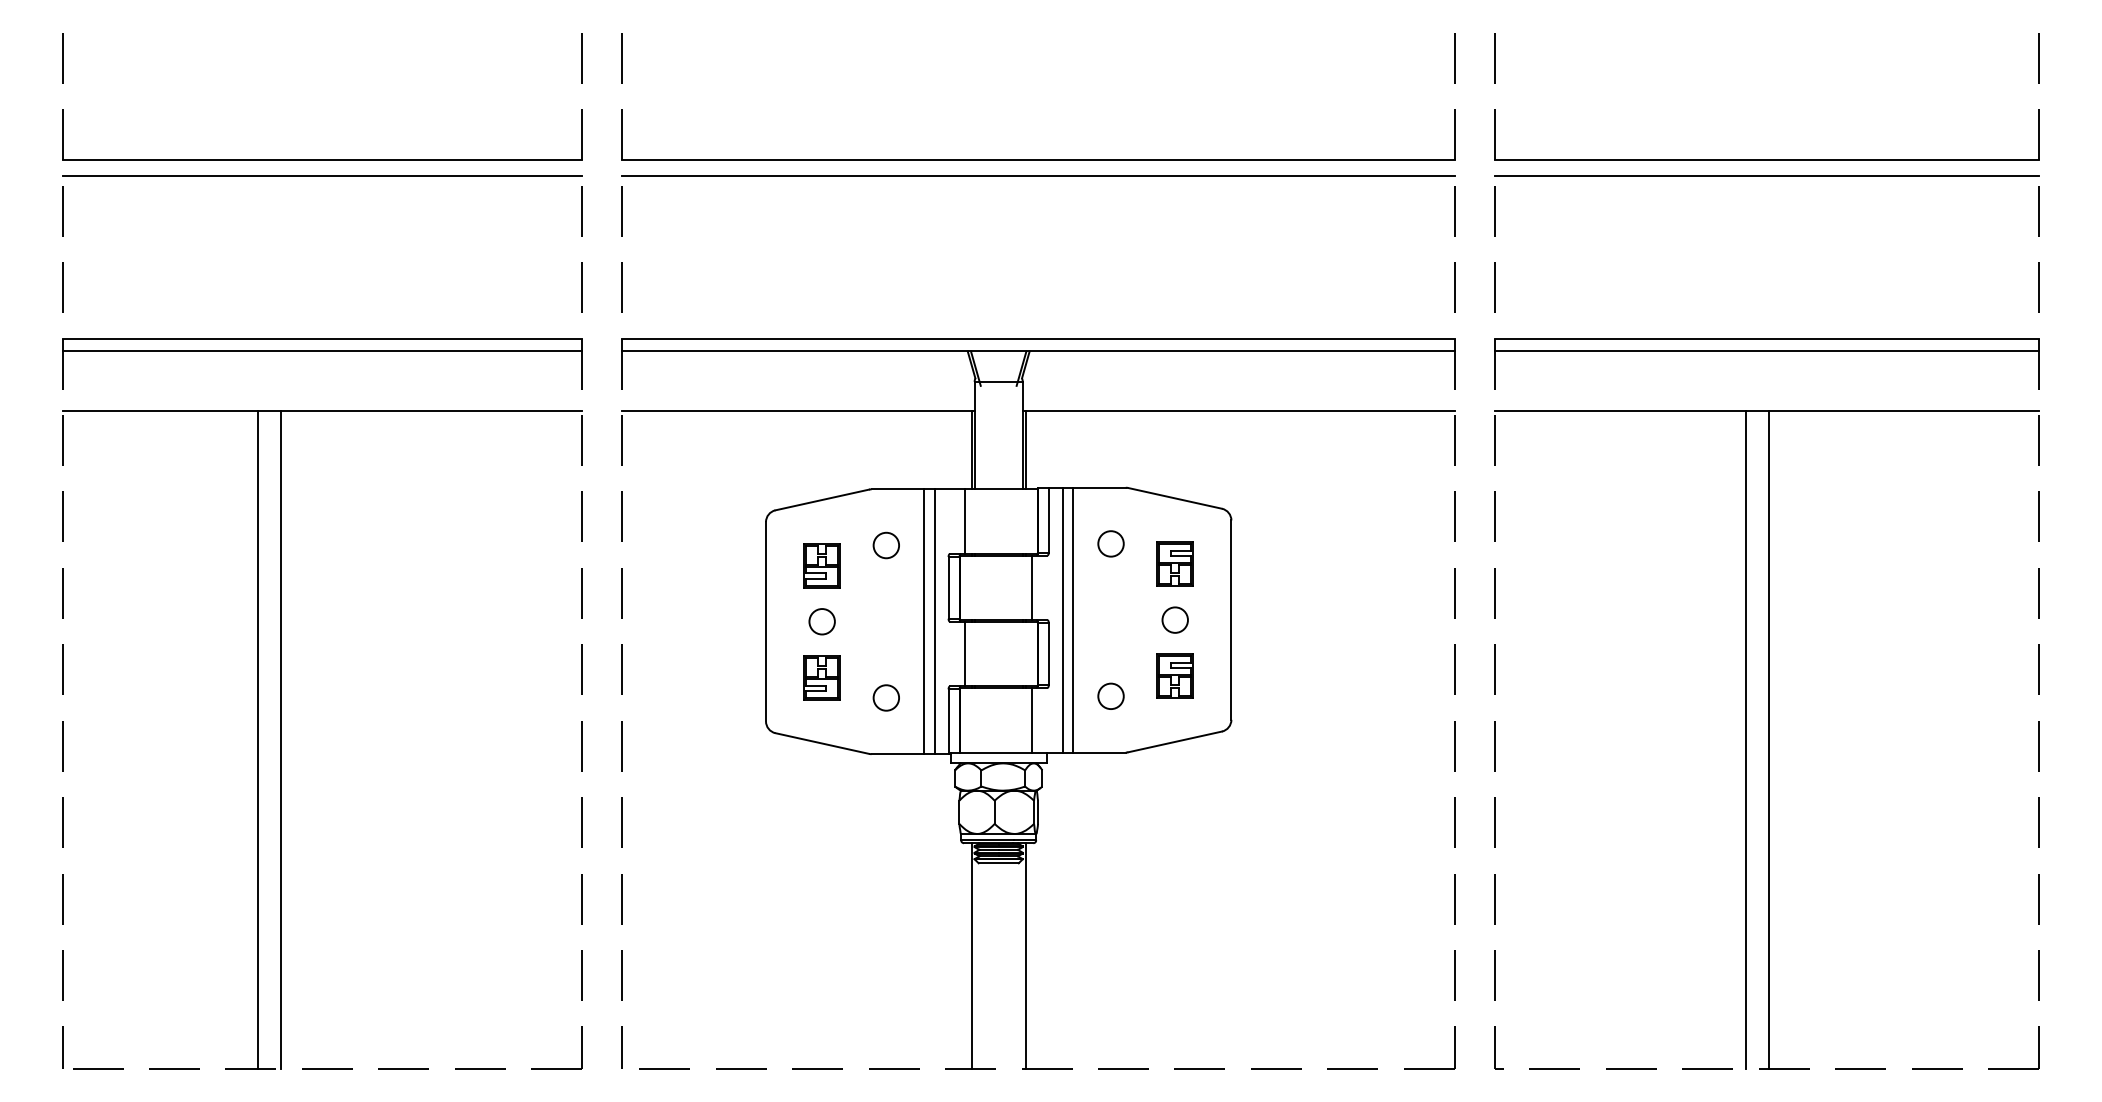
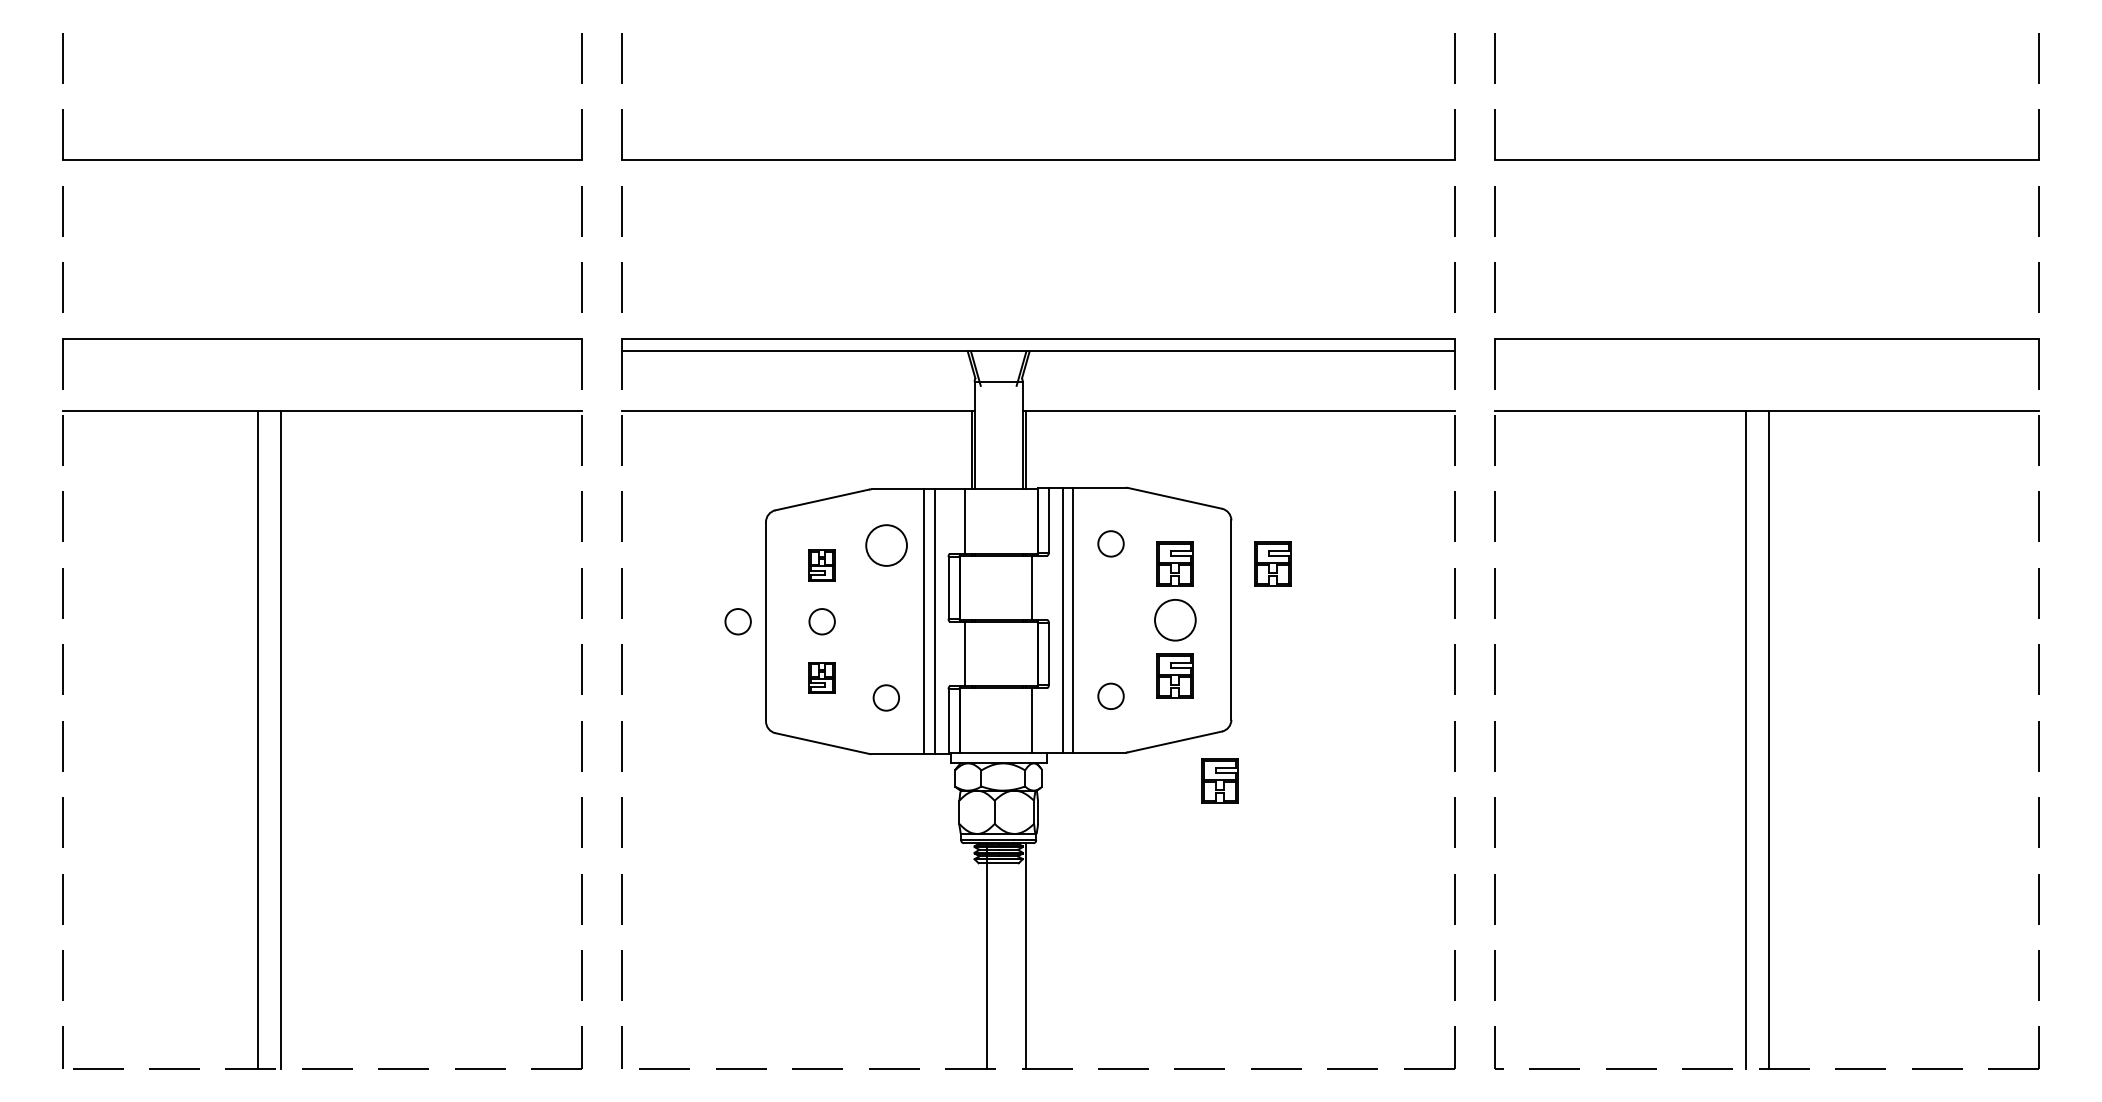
line at (322, 176): present -> none
line at (1038, 176): present -> none
line at (1766, 176): present -> none
line at (322, 351): present -> none
line at (1766, 351): present -> none
circle at (885, 545) size: 28x29 px -> 43x43 px
part at (1272, 563): none -> present
part at (821, 565) size: 38x46 px -> 28x33 px
circle at (1174, 619) size: 28x28 px -> 43x43 px
circle at (737, 621): none -> present
part at (821, 677) size: 38x46 px -> 28x32 px
part at (1219, 780): none -> present
line at (971, 956) position: (971, 956) -> (986, 956)
